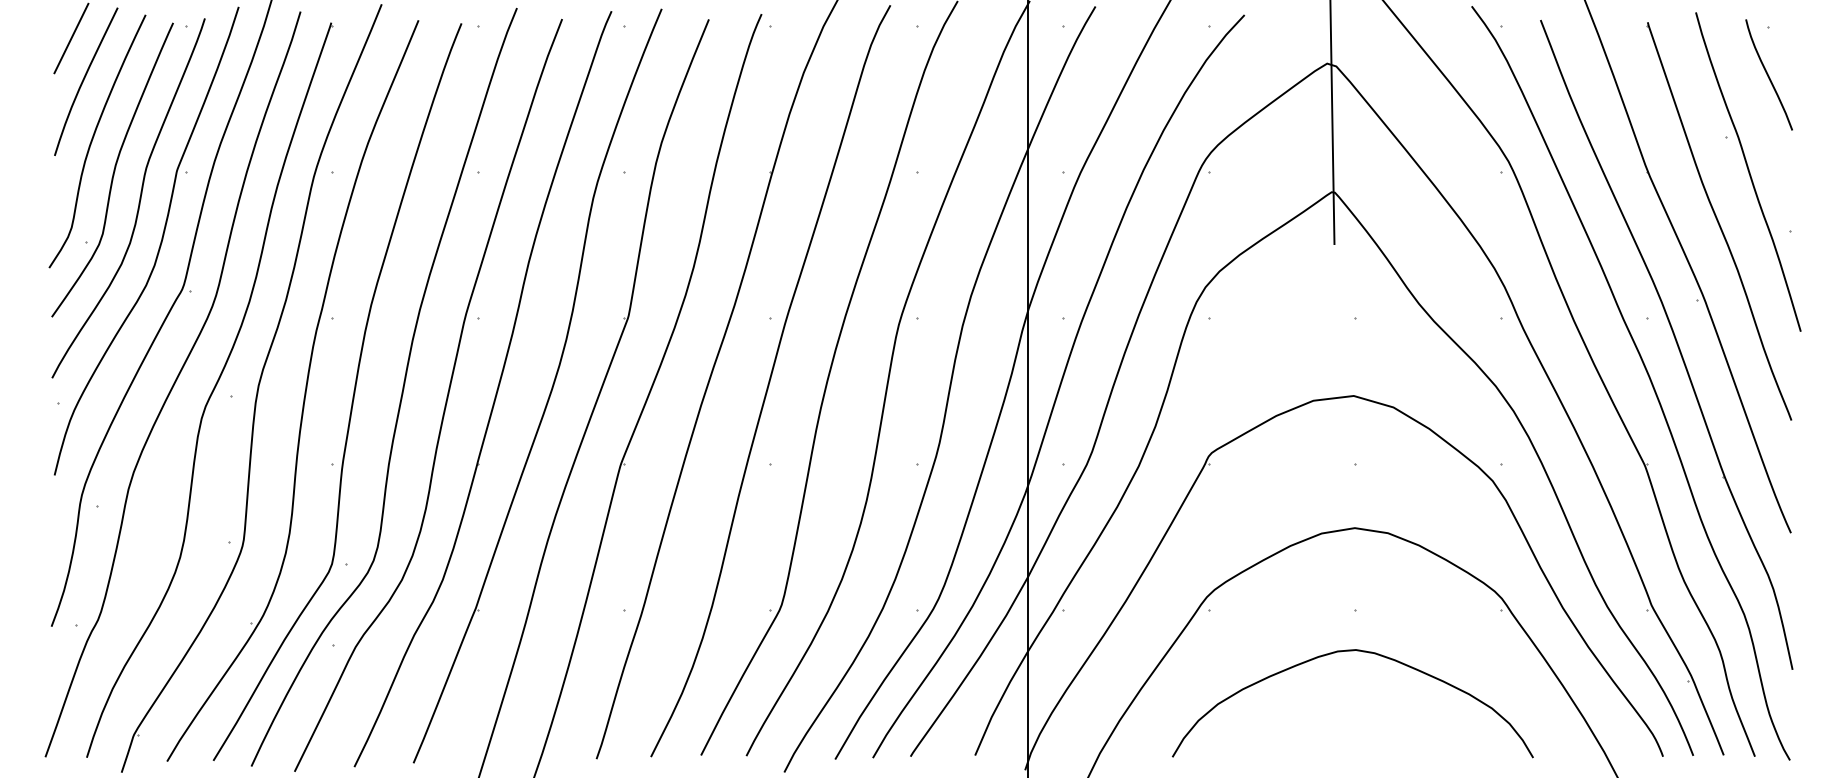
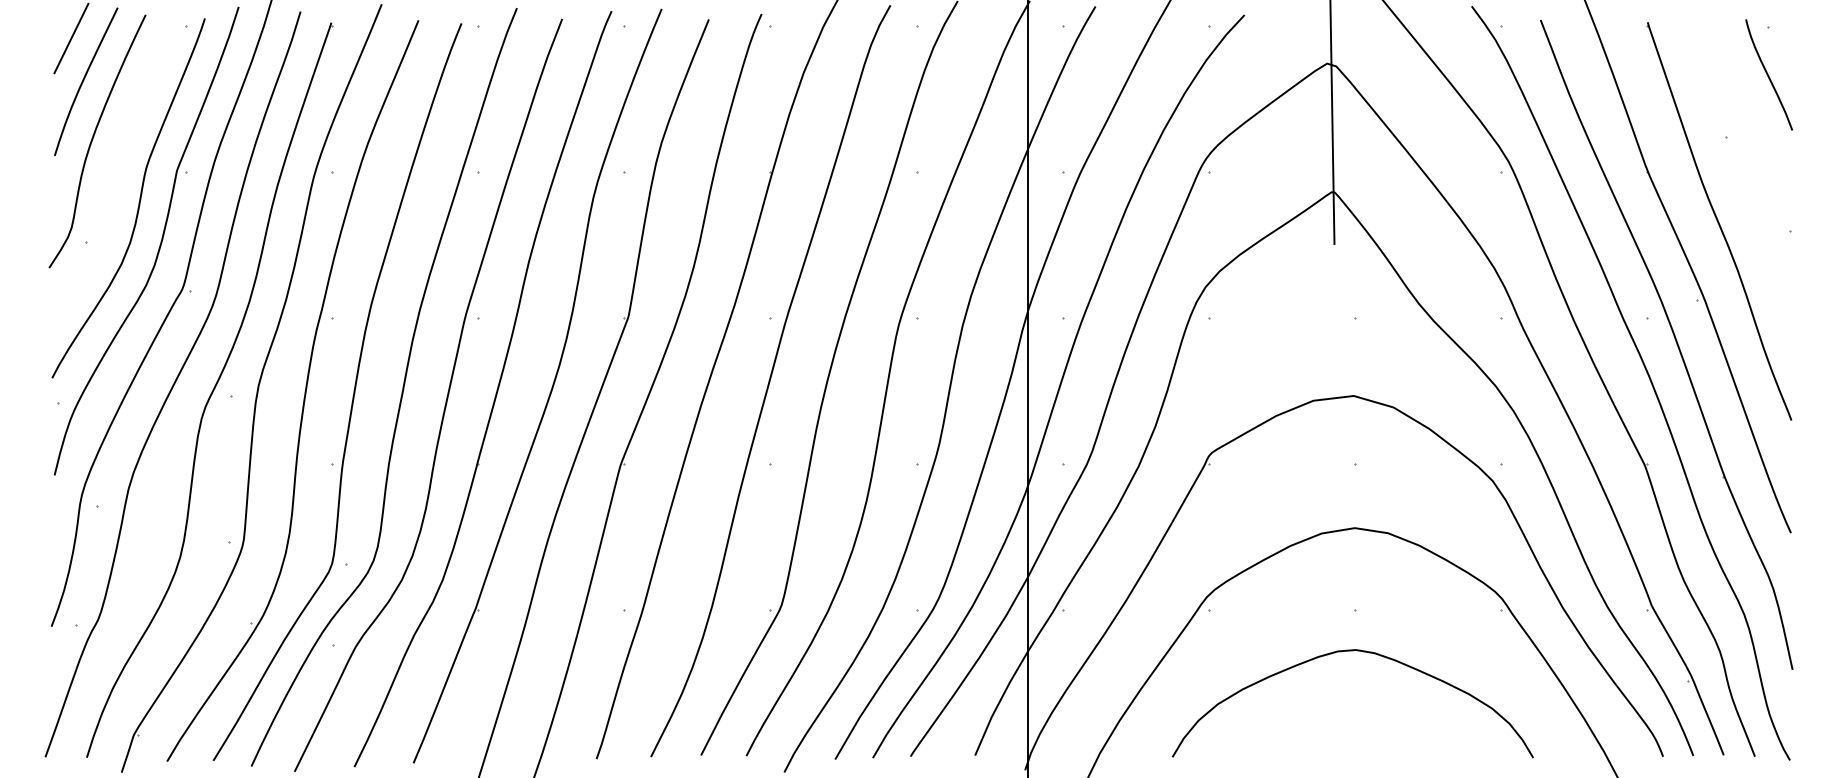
curve at (113, 169): present -> none
curve at (1748, 171): present -> none
